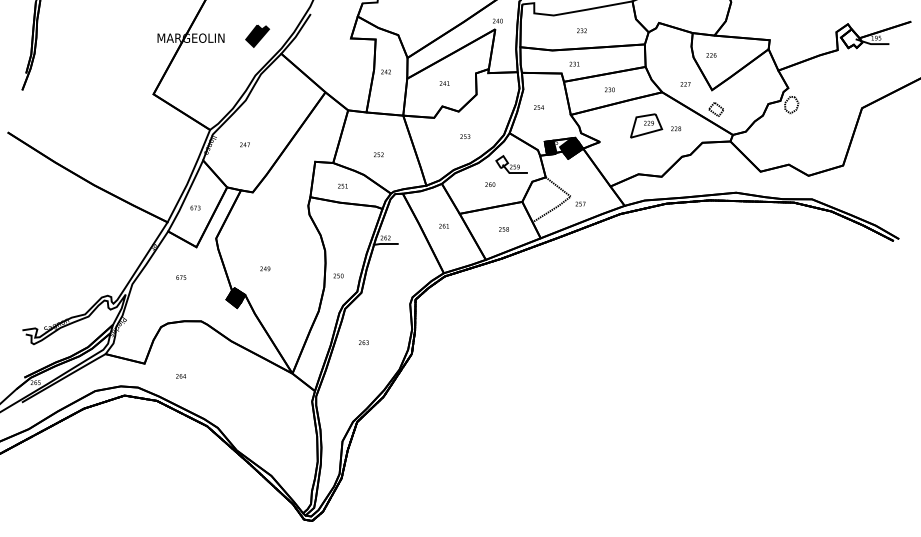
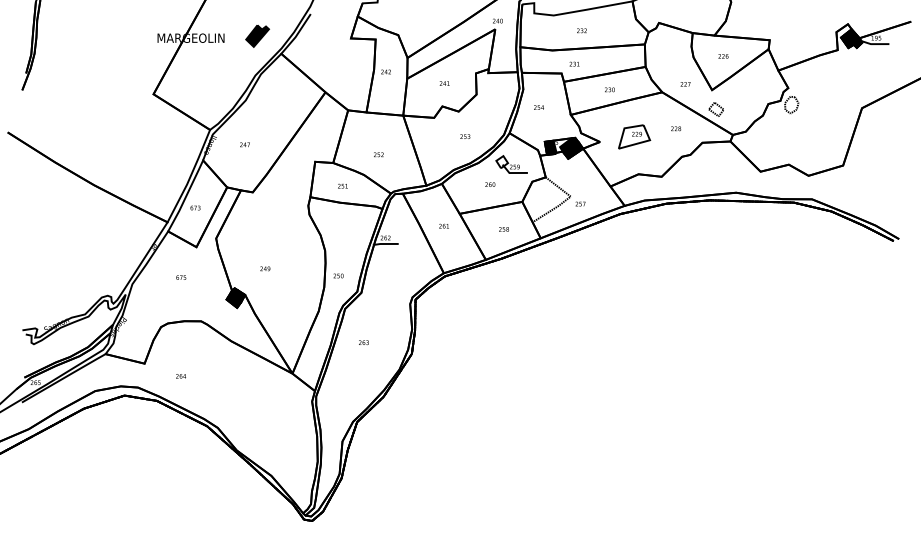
fill at (851, 38): none -> present
text at (711, 55) position: (711, 55) -> (723, 56)
part at (646, 125) position: (646, 125) -> (634, 136)
